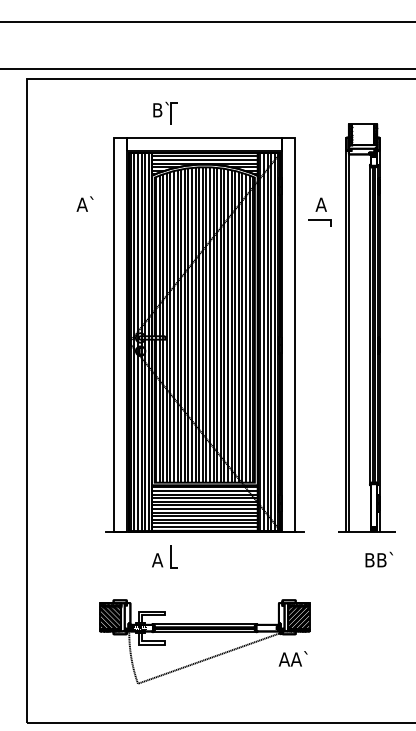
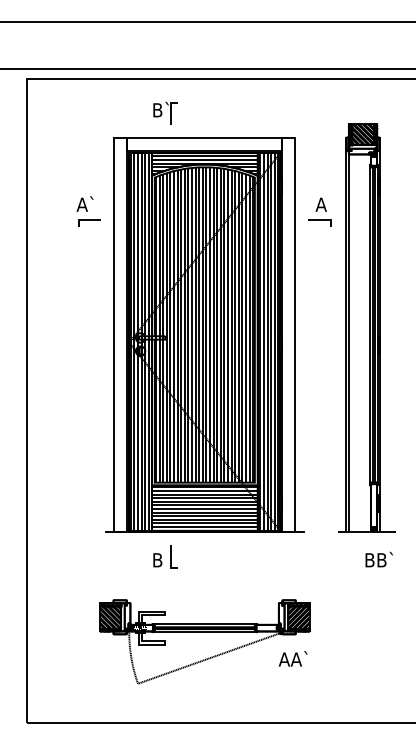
hatch at (362, 134): none -> present
curve at (89, 220): none -> present
text at (157, 560): A -> B
